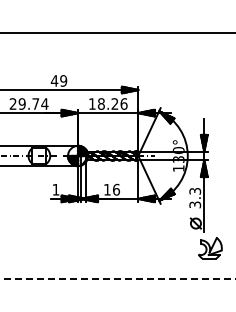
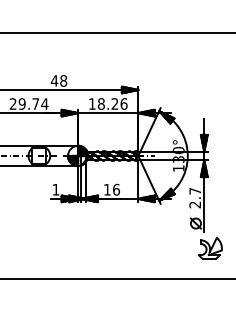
text at (63, 80): 49 -> 48
text at (195, 198): 3.3 -> 2.7
line at (117, 279): dashed -> solid
